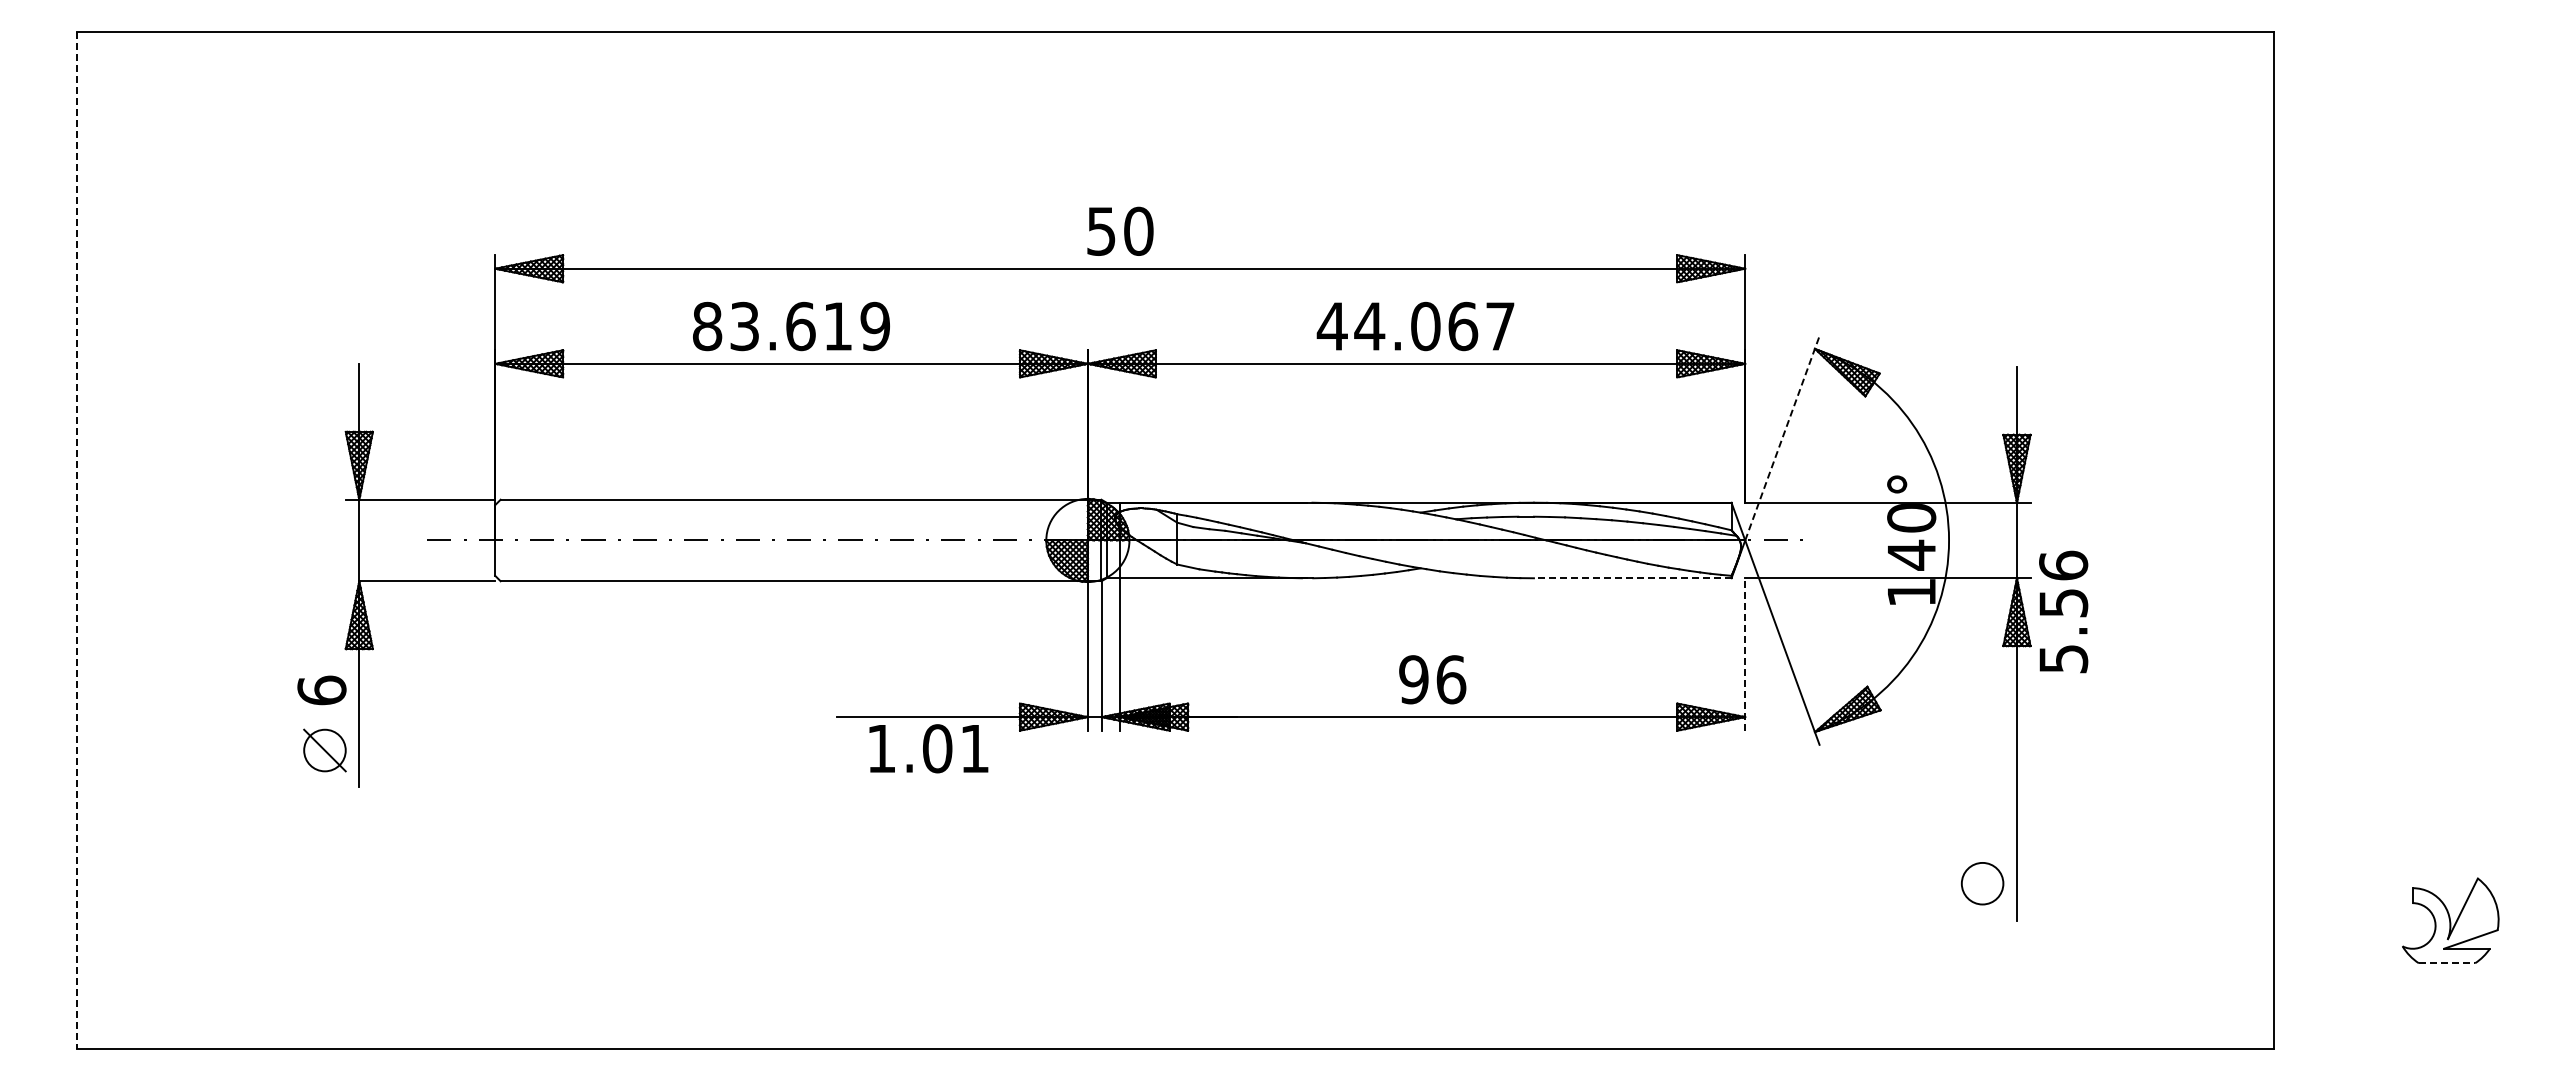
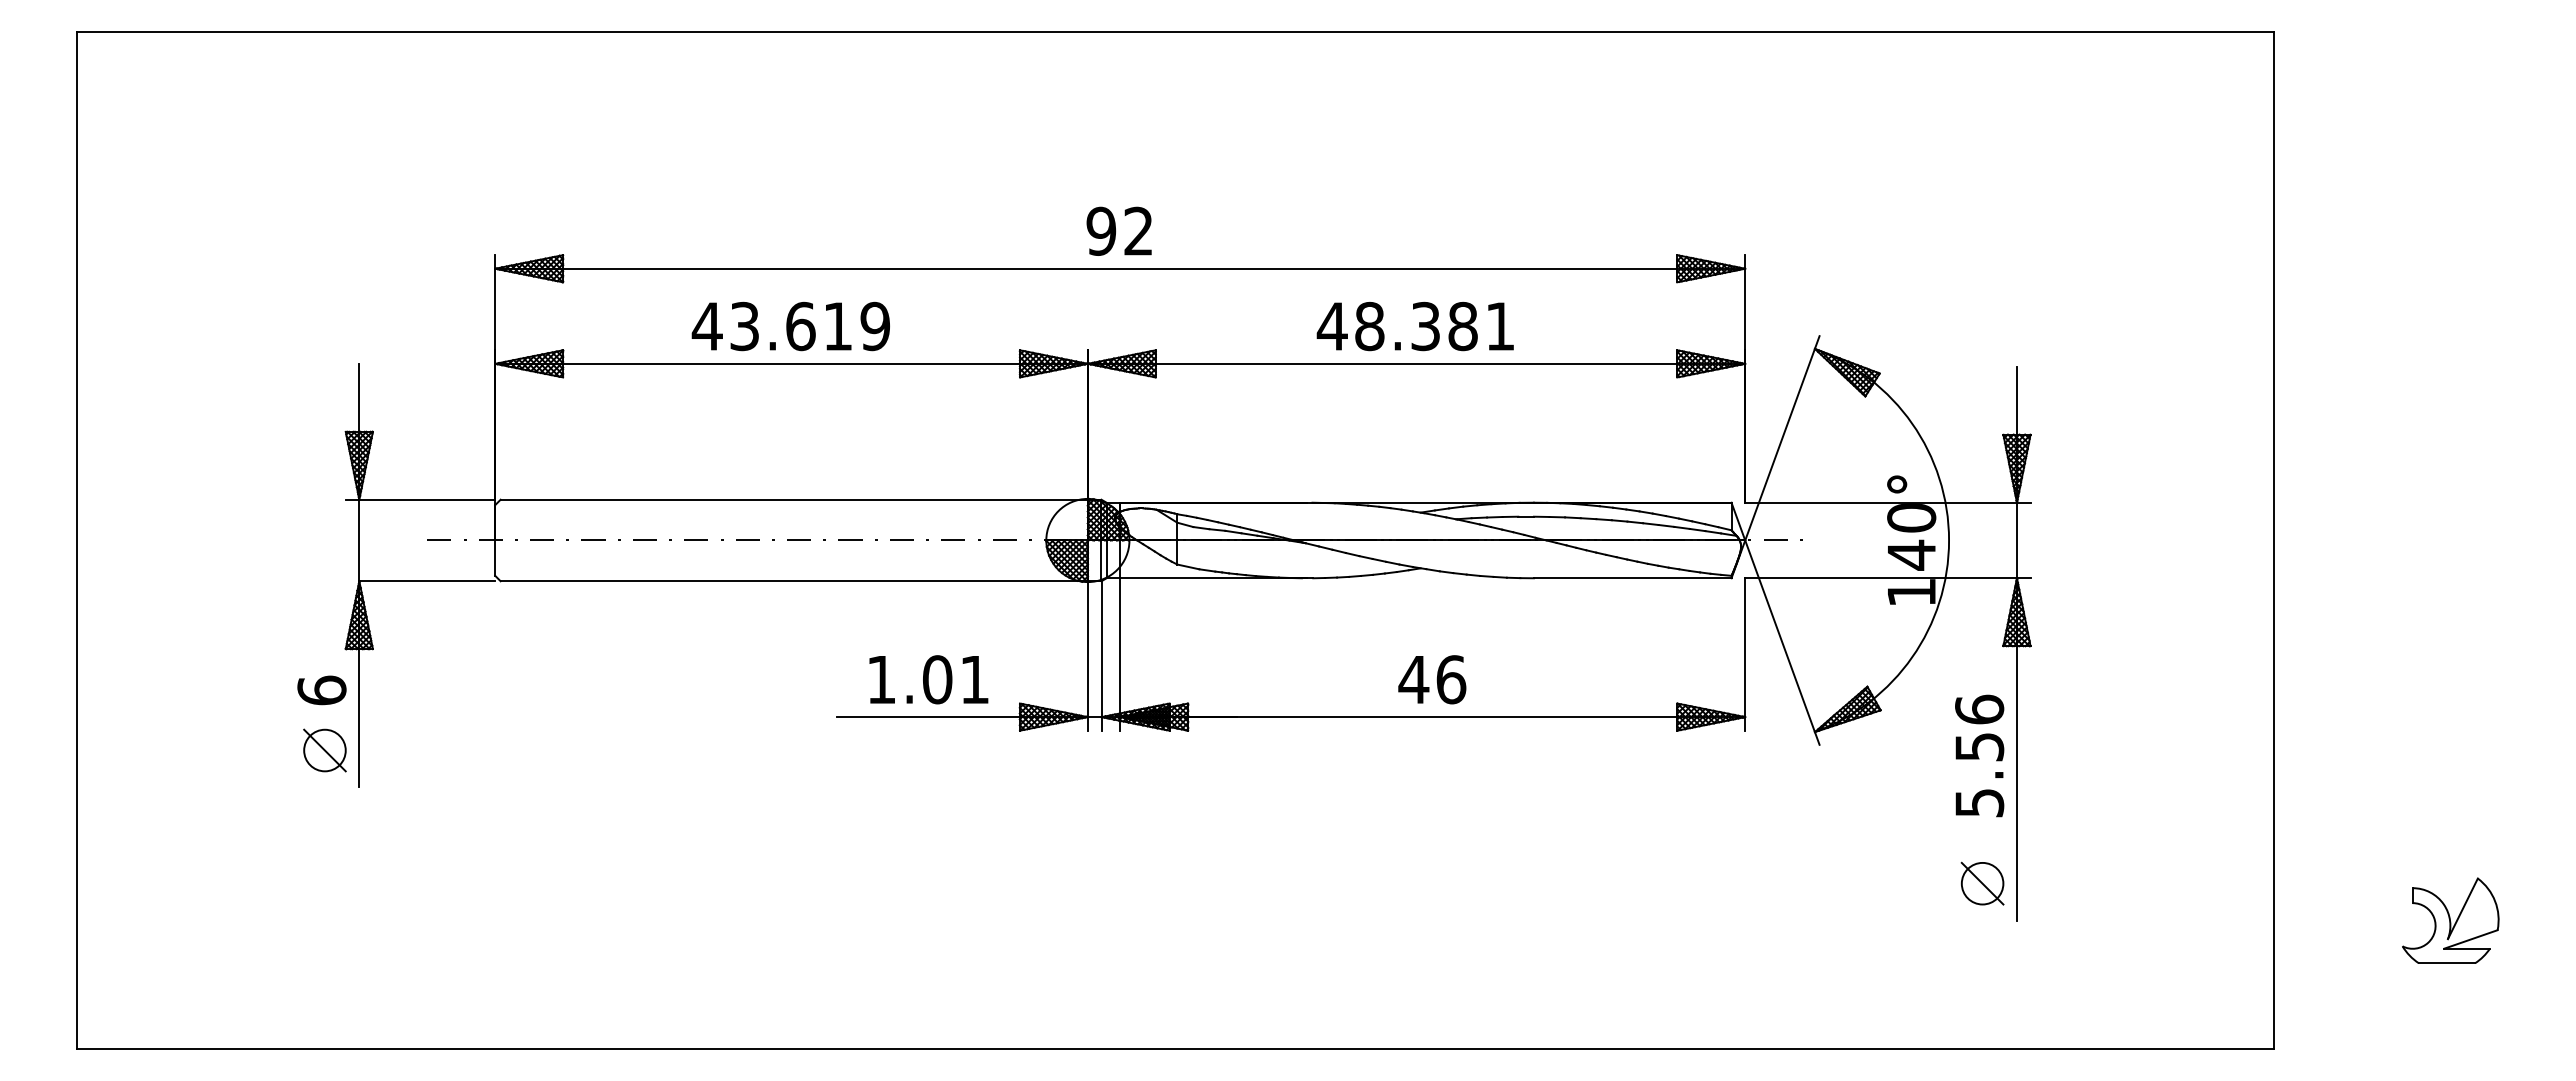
text at (1119, 230): 50 -> 92
text at (706, 326): 83.619 -> 43.619
text at (1434, 326): 44.067 -> 48.381
line at (1782, 438): dashed -> solid
line at (77, 540): dashed -> solid
line at (1632, 578): dashed -> solid
text at (2063, 611) position: (2063, 611) -> (1979, 755)
line at (1745, 653): dashed -> solid
text at (1413, 679): 96 -> 46
text at (928, 748) position: (928, 748) -> (928, 679)
line at (1982, 883): none -> present
line at (2447, 963): dashed -> solid
